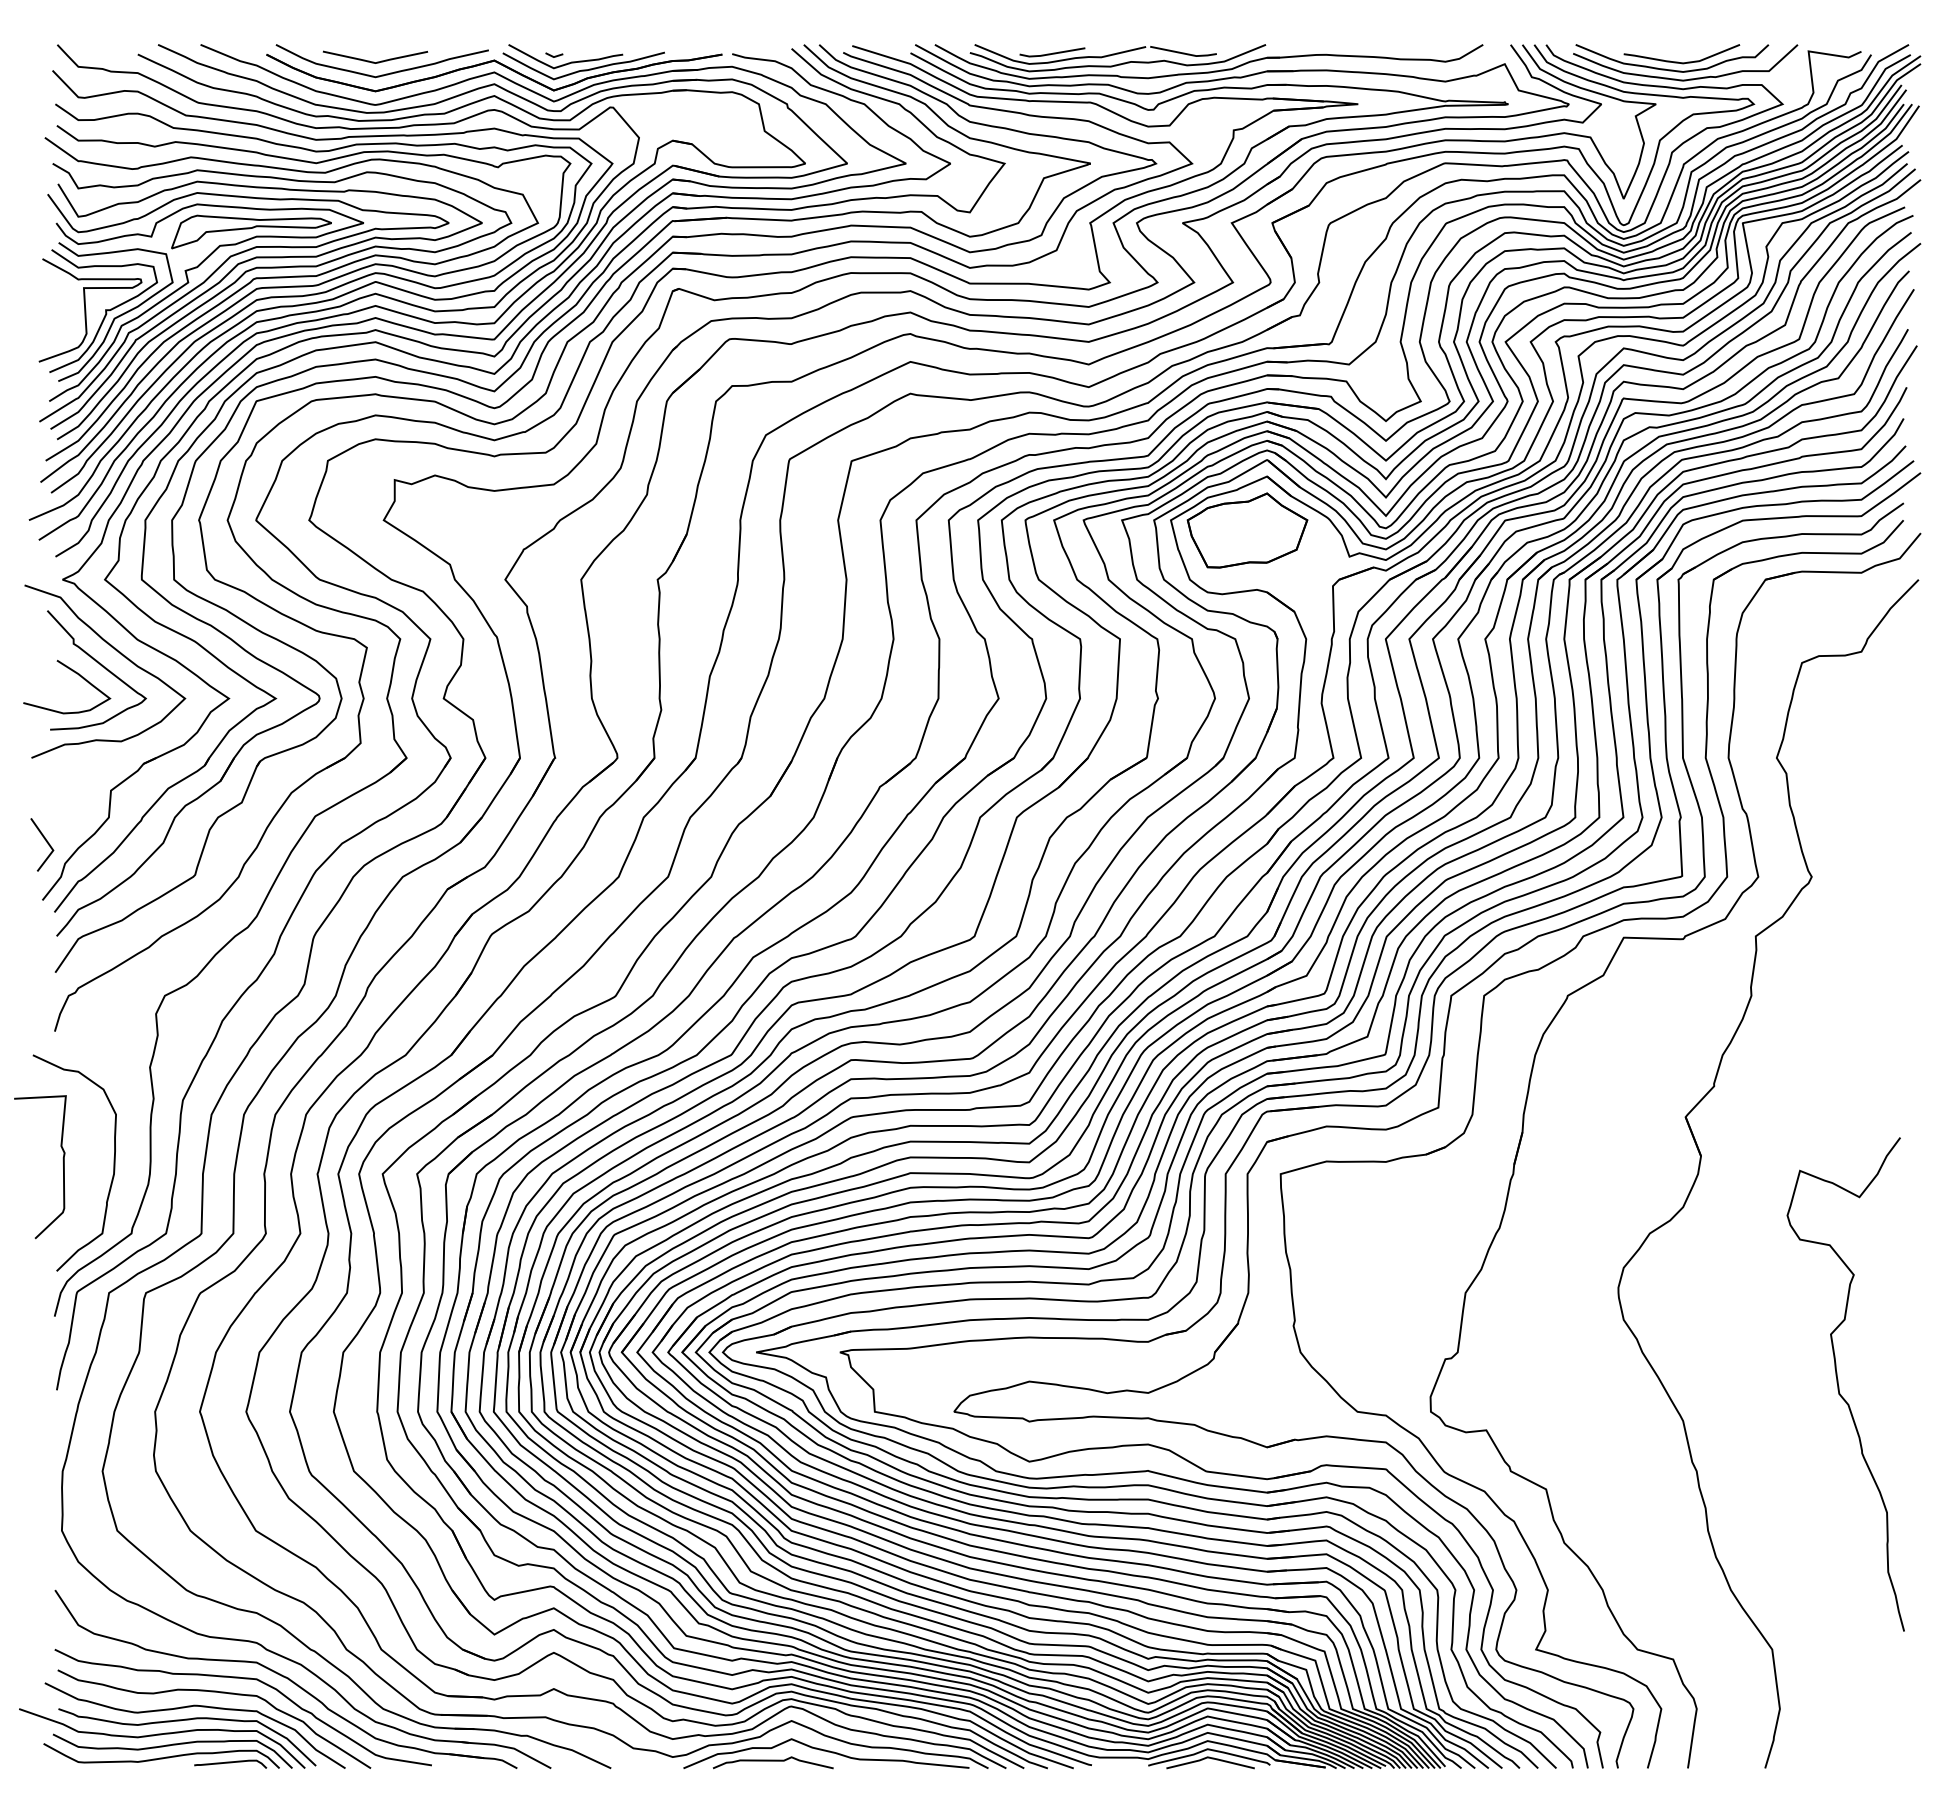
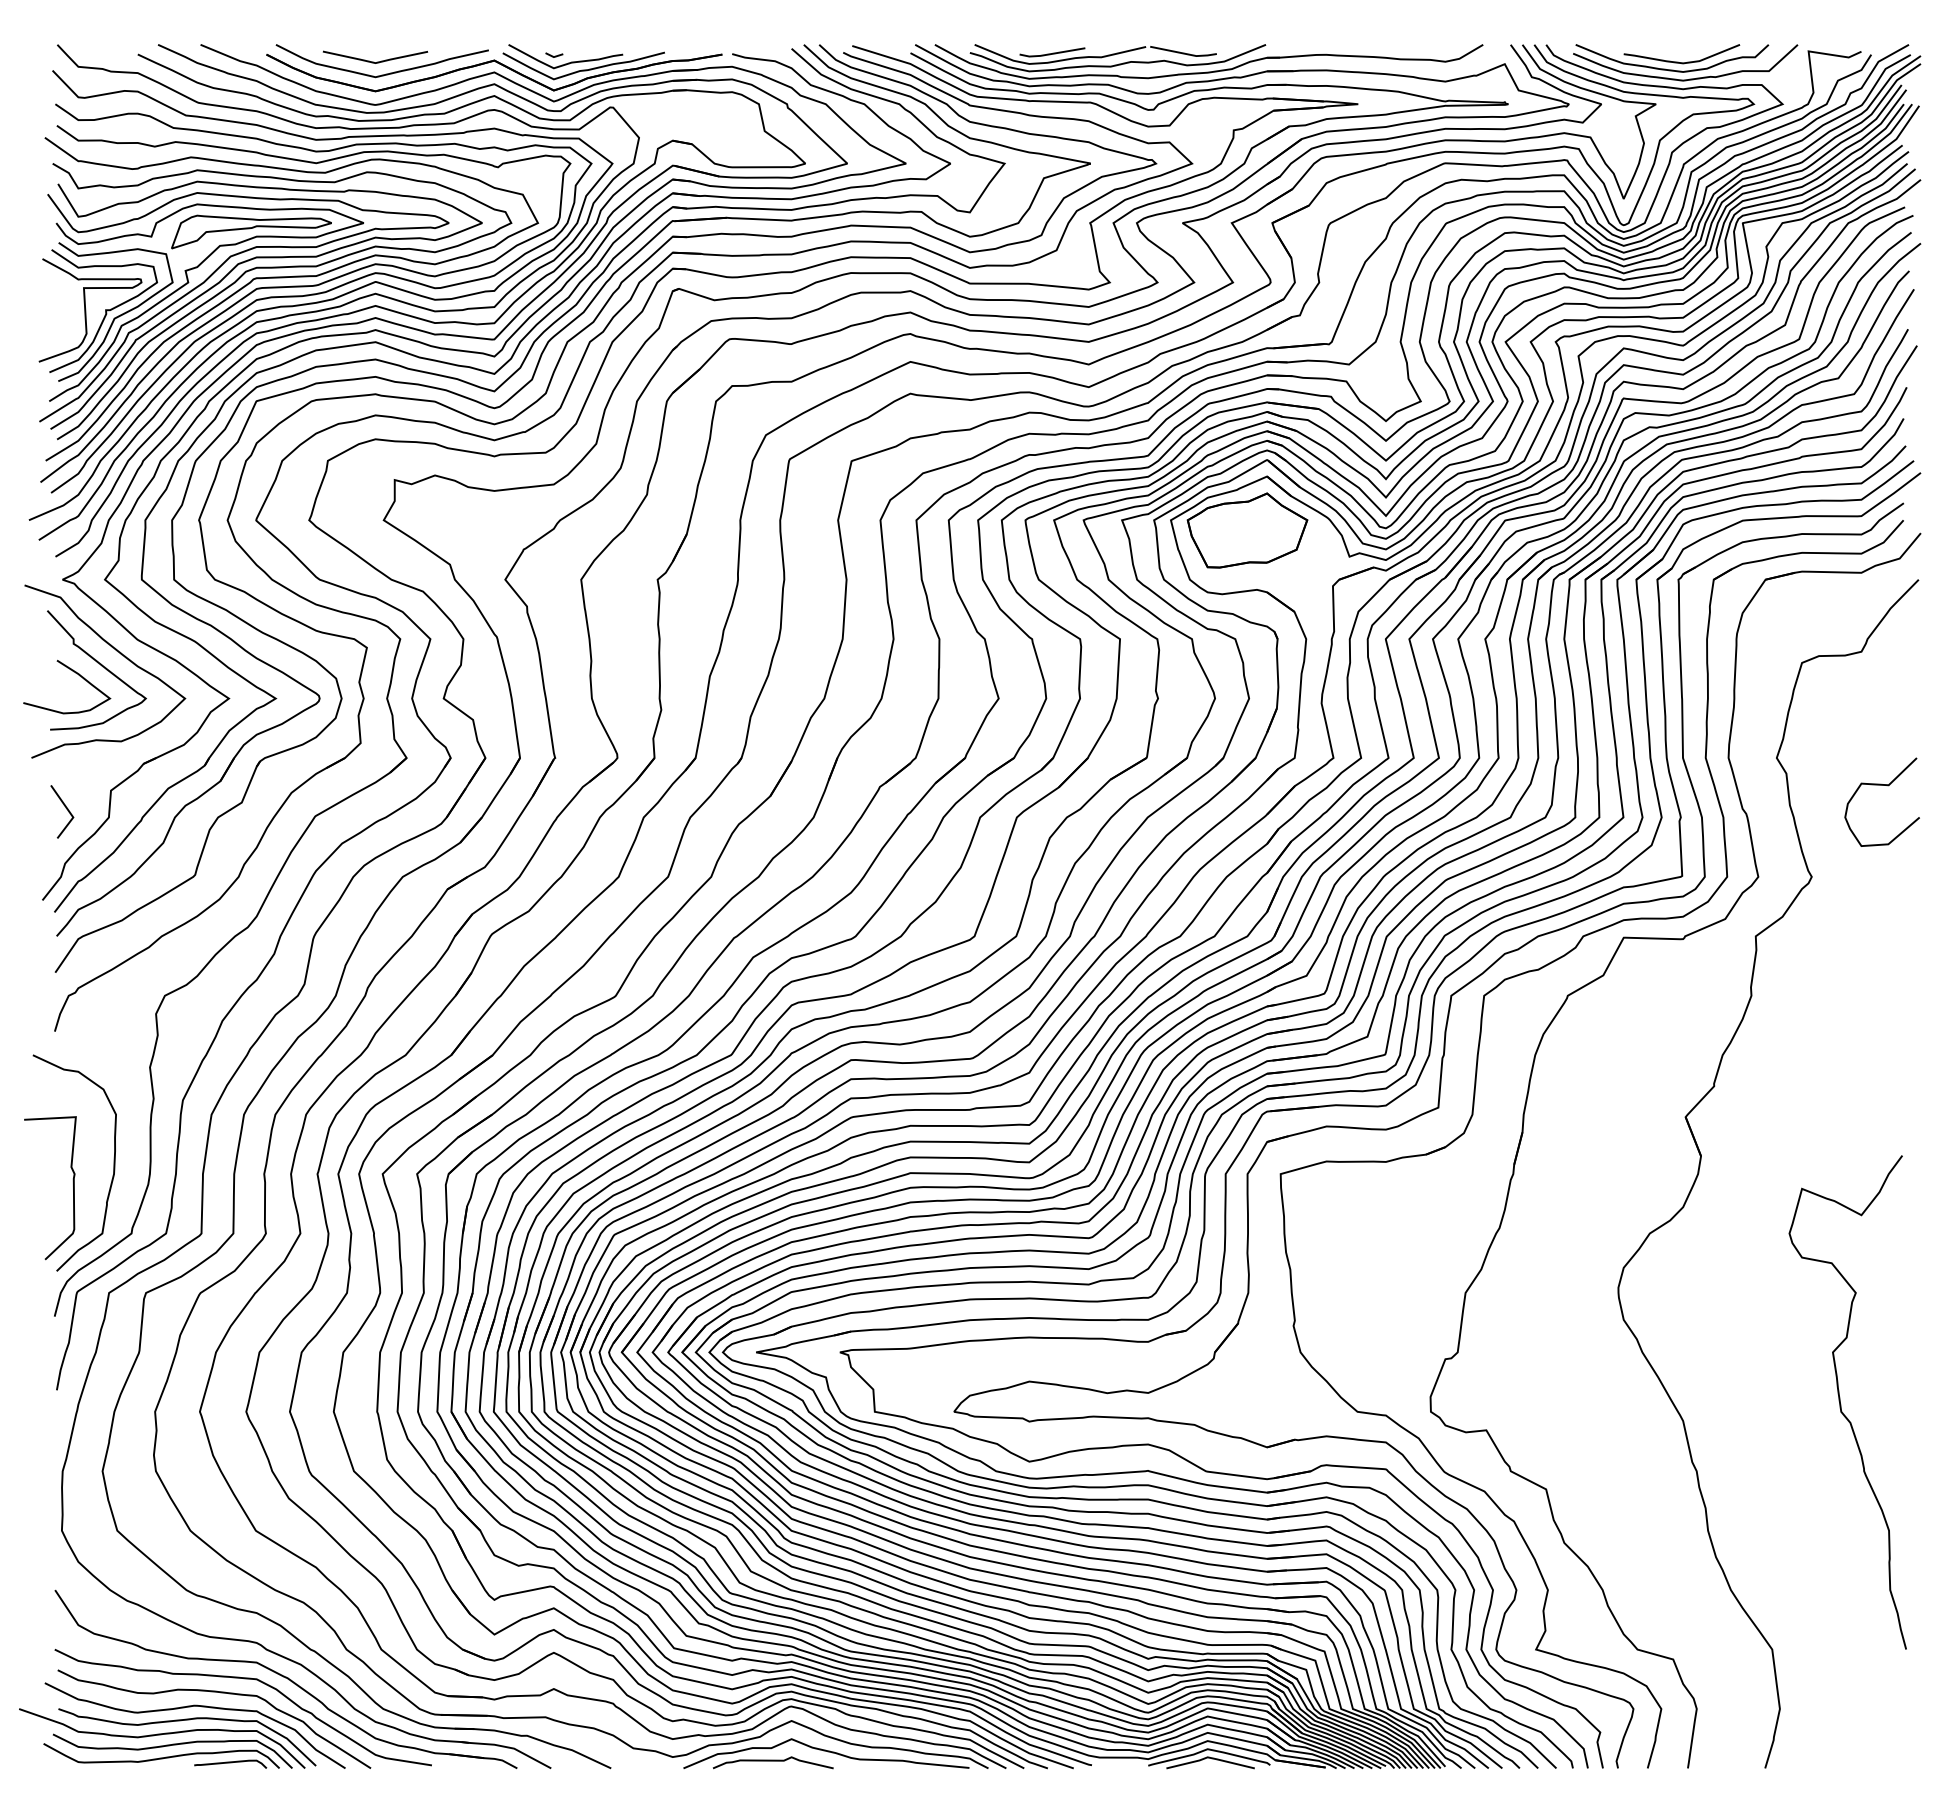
curve at (1881, 785): none -> present
line at (45, 841) position: (45, 841) -> (65, 808)
curve at (63, 1167) position: (63, 1167) -> (73, 1188)
curve at (1839, 1386) position: (1839, 1386) -> (1841, 1404)
